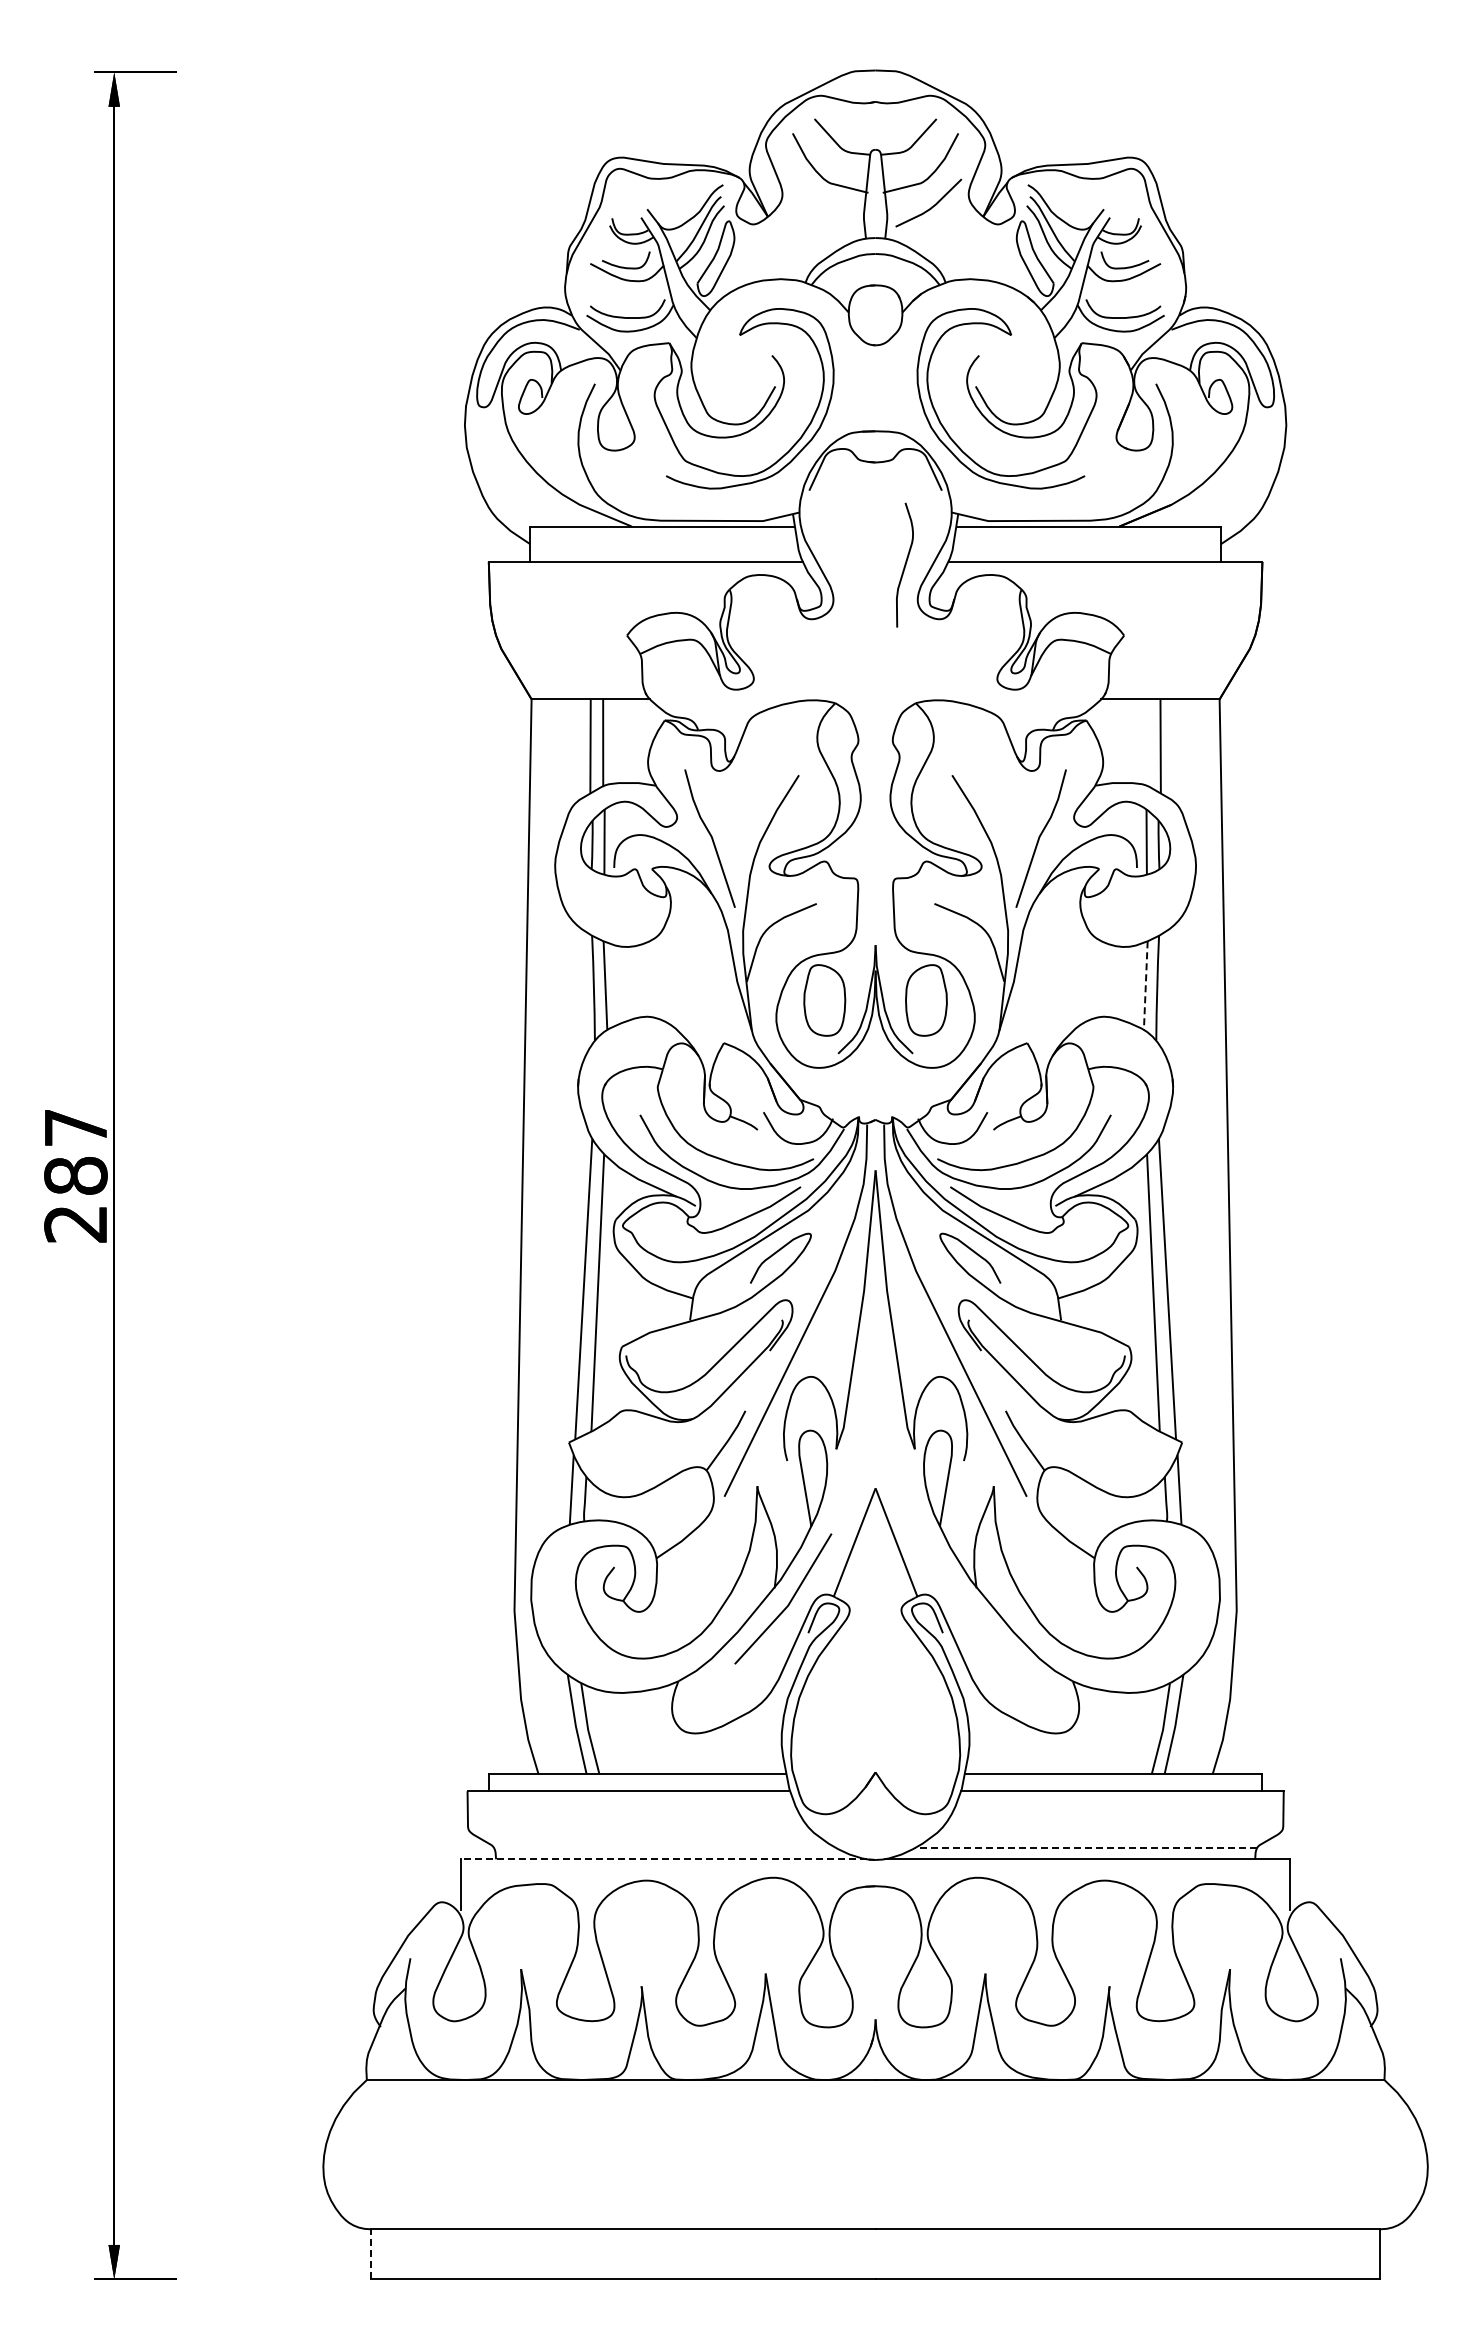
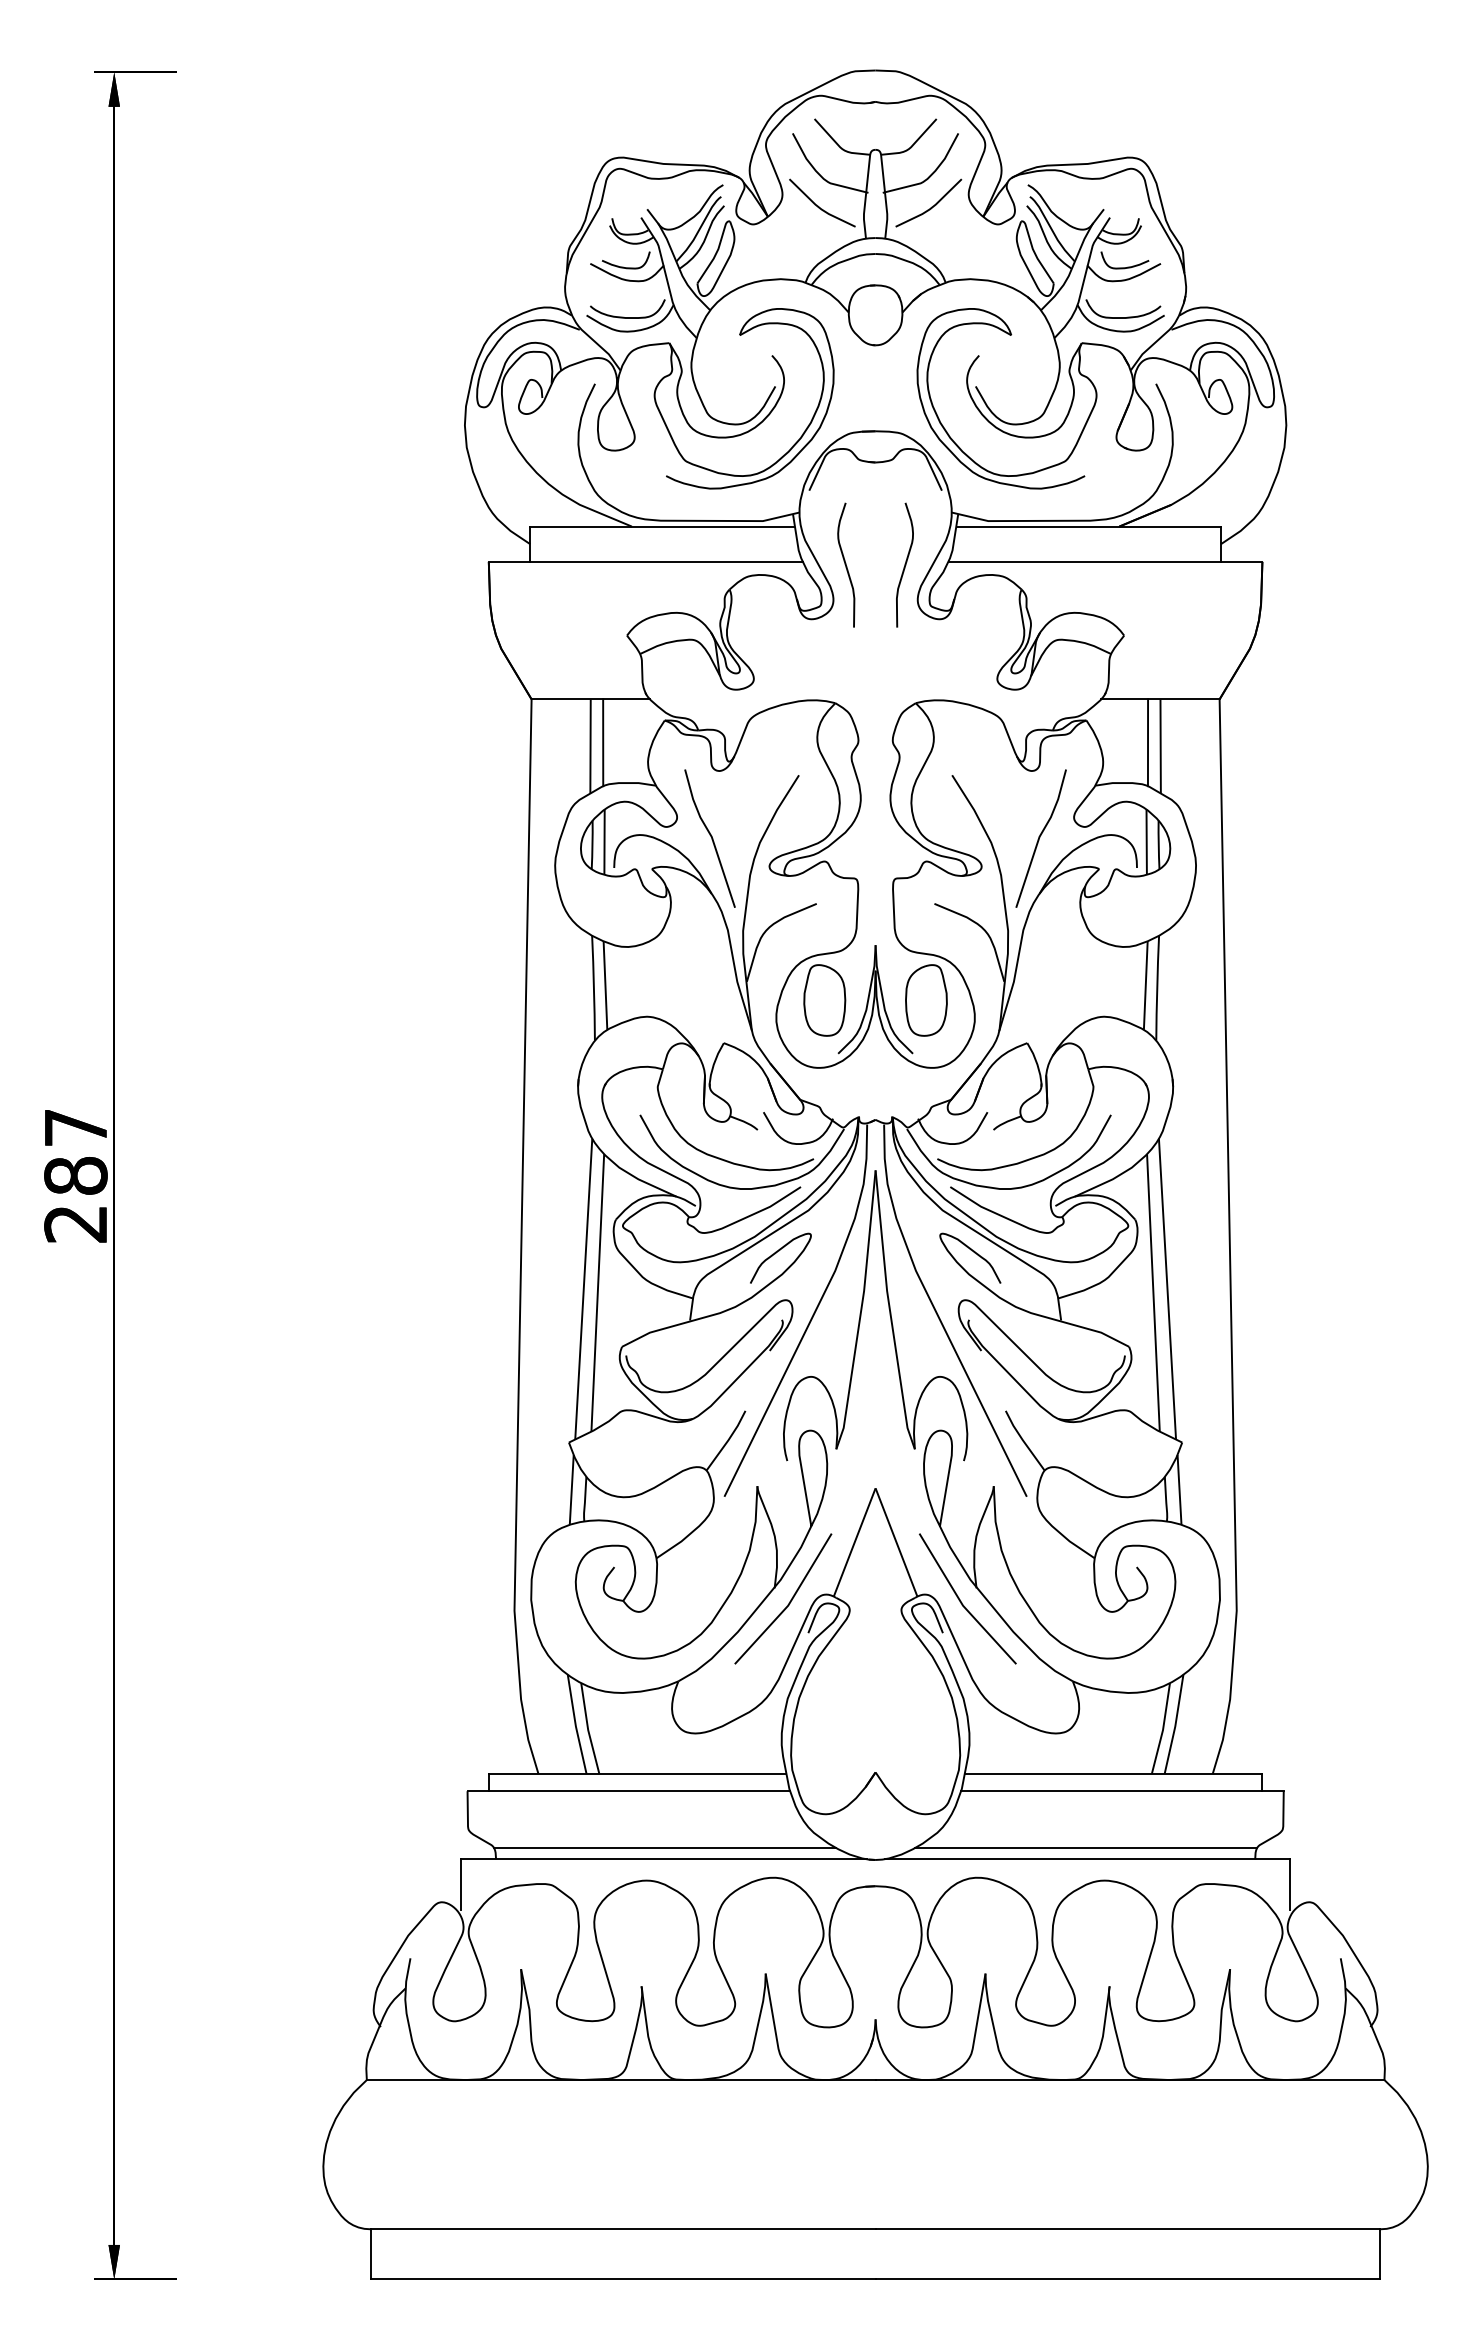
line at (818, 205): none -> present
curve at (846, 564): none -> present
line at (1147, 742): none -> present
line at (1145, 986): dashed -> solid
line at (962, 1602): none -> present
line at (664, 1847): none -> present
line at (1086, 1847): dashed -> solid
line at (663, 1859): dashed -> solid
line at (371, 2253): dashed -> solid
